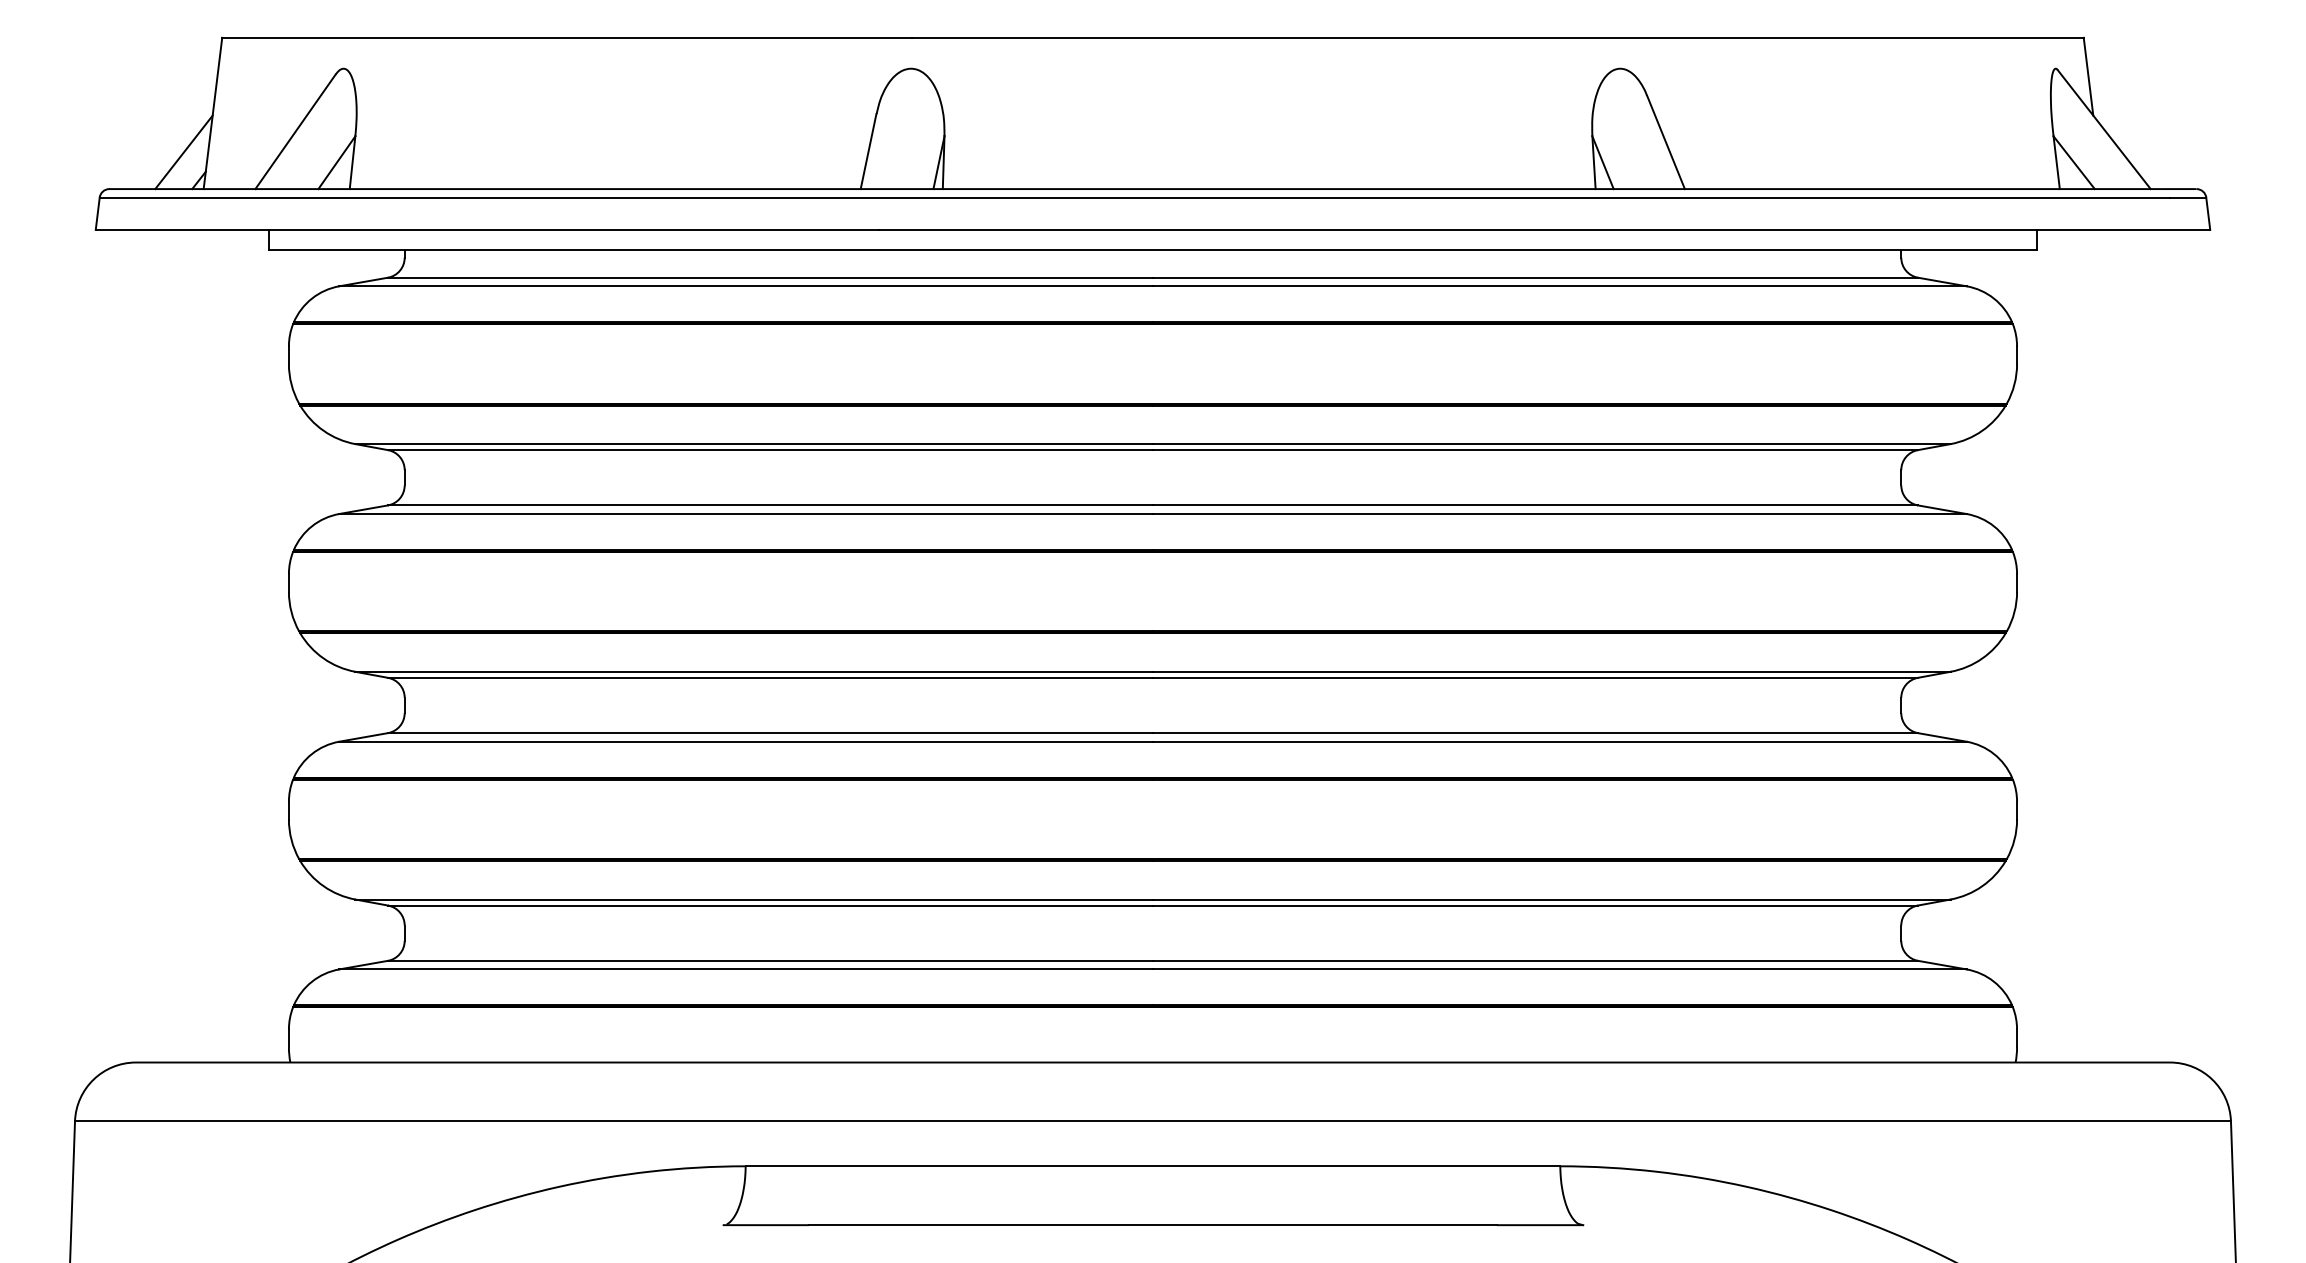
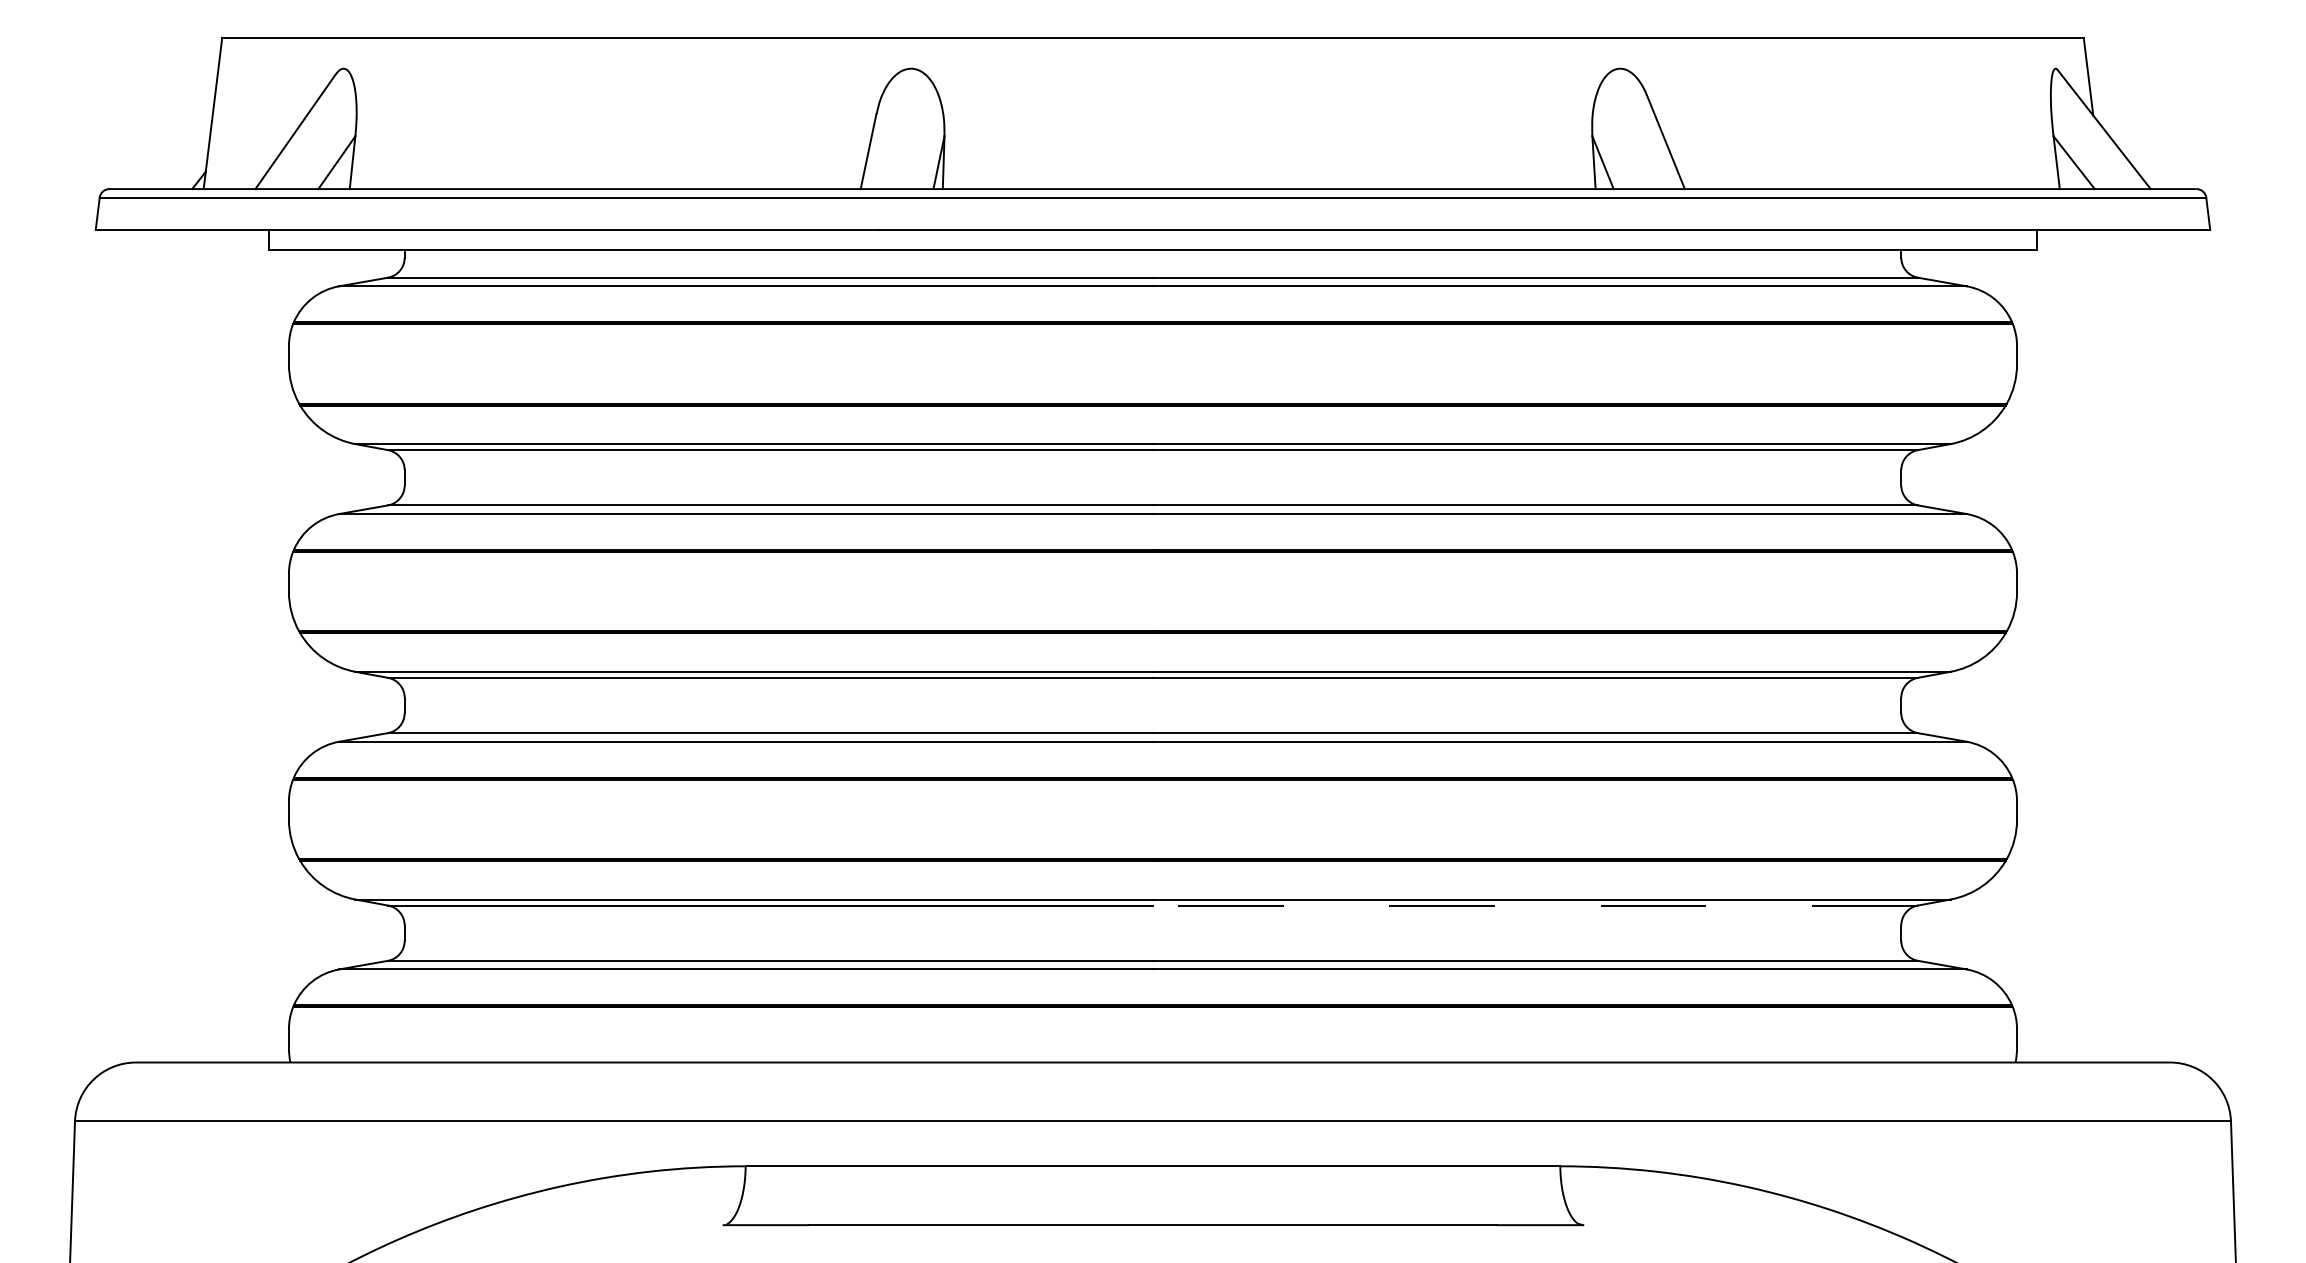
line at (183, 152): present -> none
line at (1534, 905): solid -> dashed
